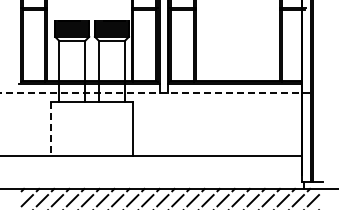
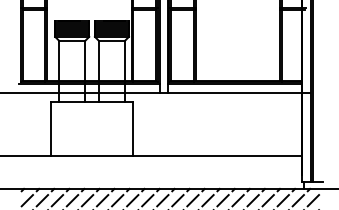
line at (155, 93): dashed -> solid
line at (51, 129): dashed -> solid
